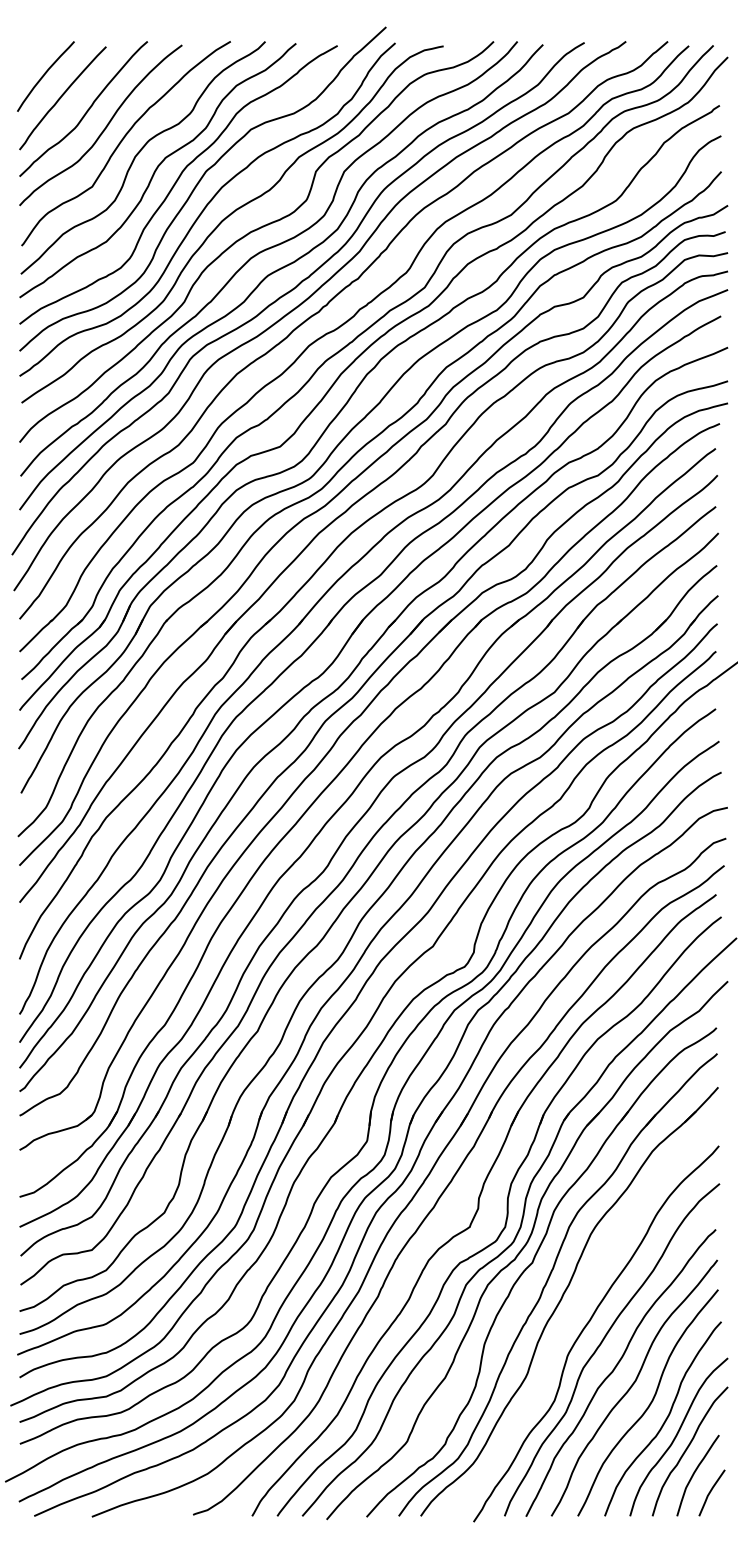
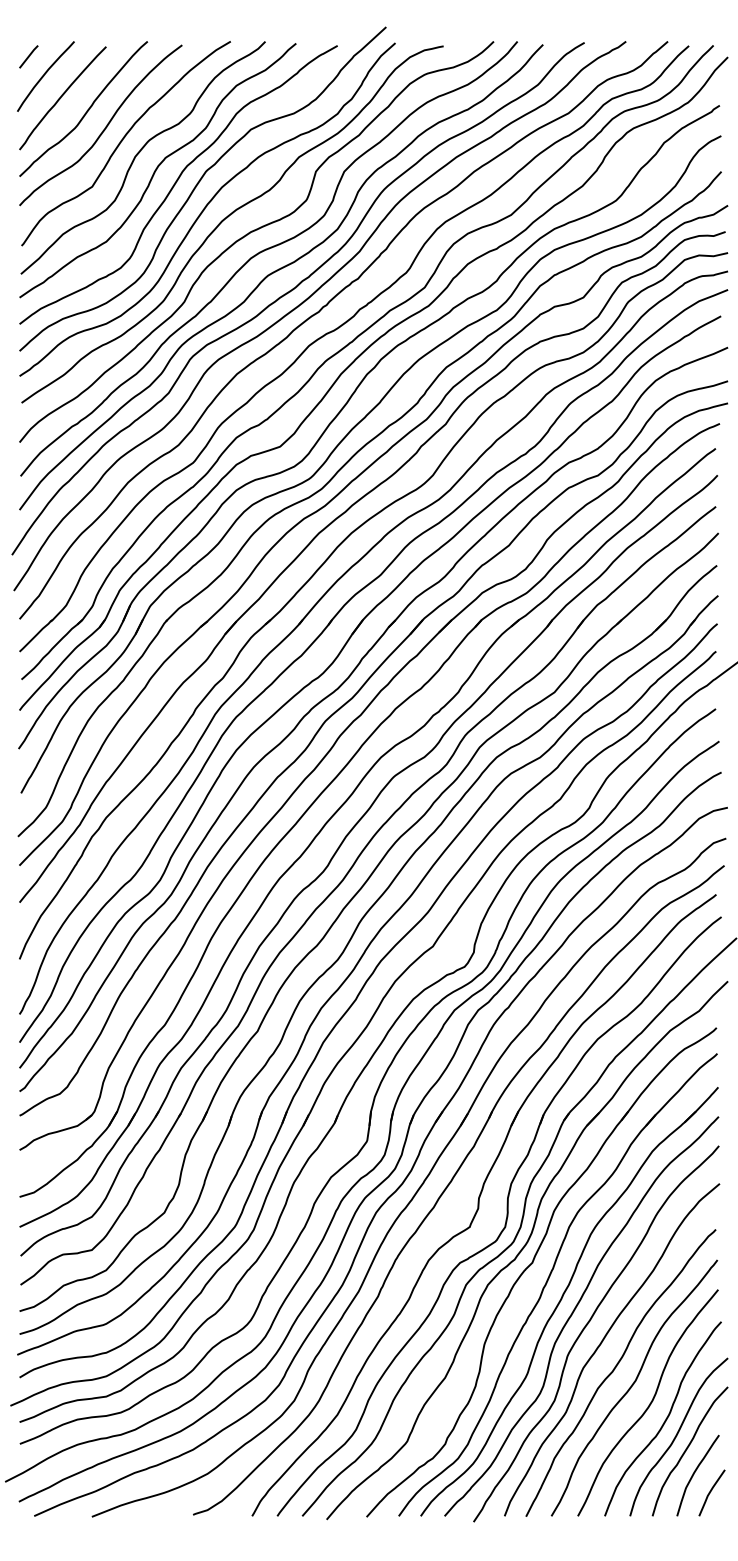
line at (28, 56): none -> present
curve at (575, 1310): none -> present
